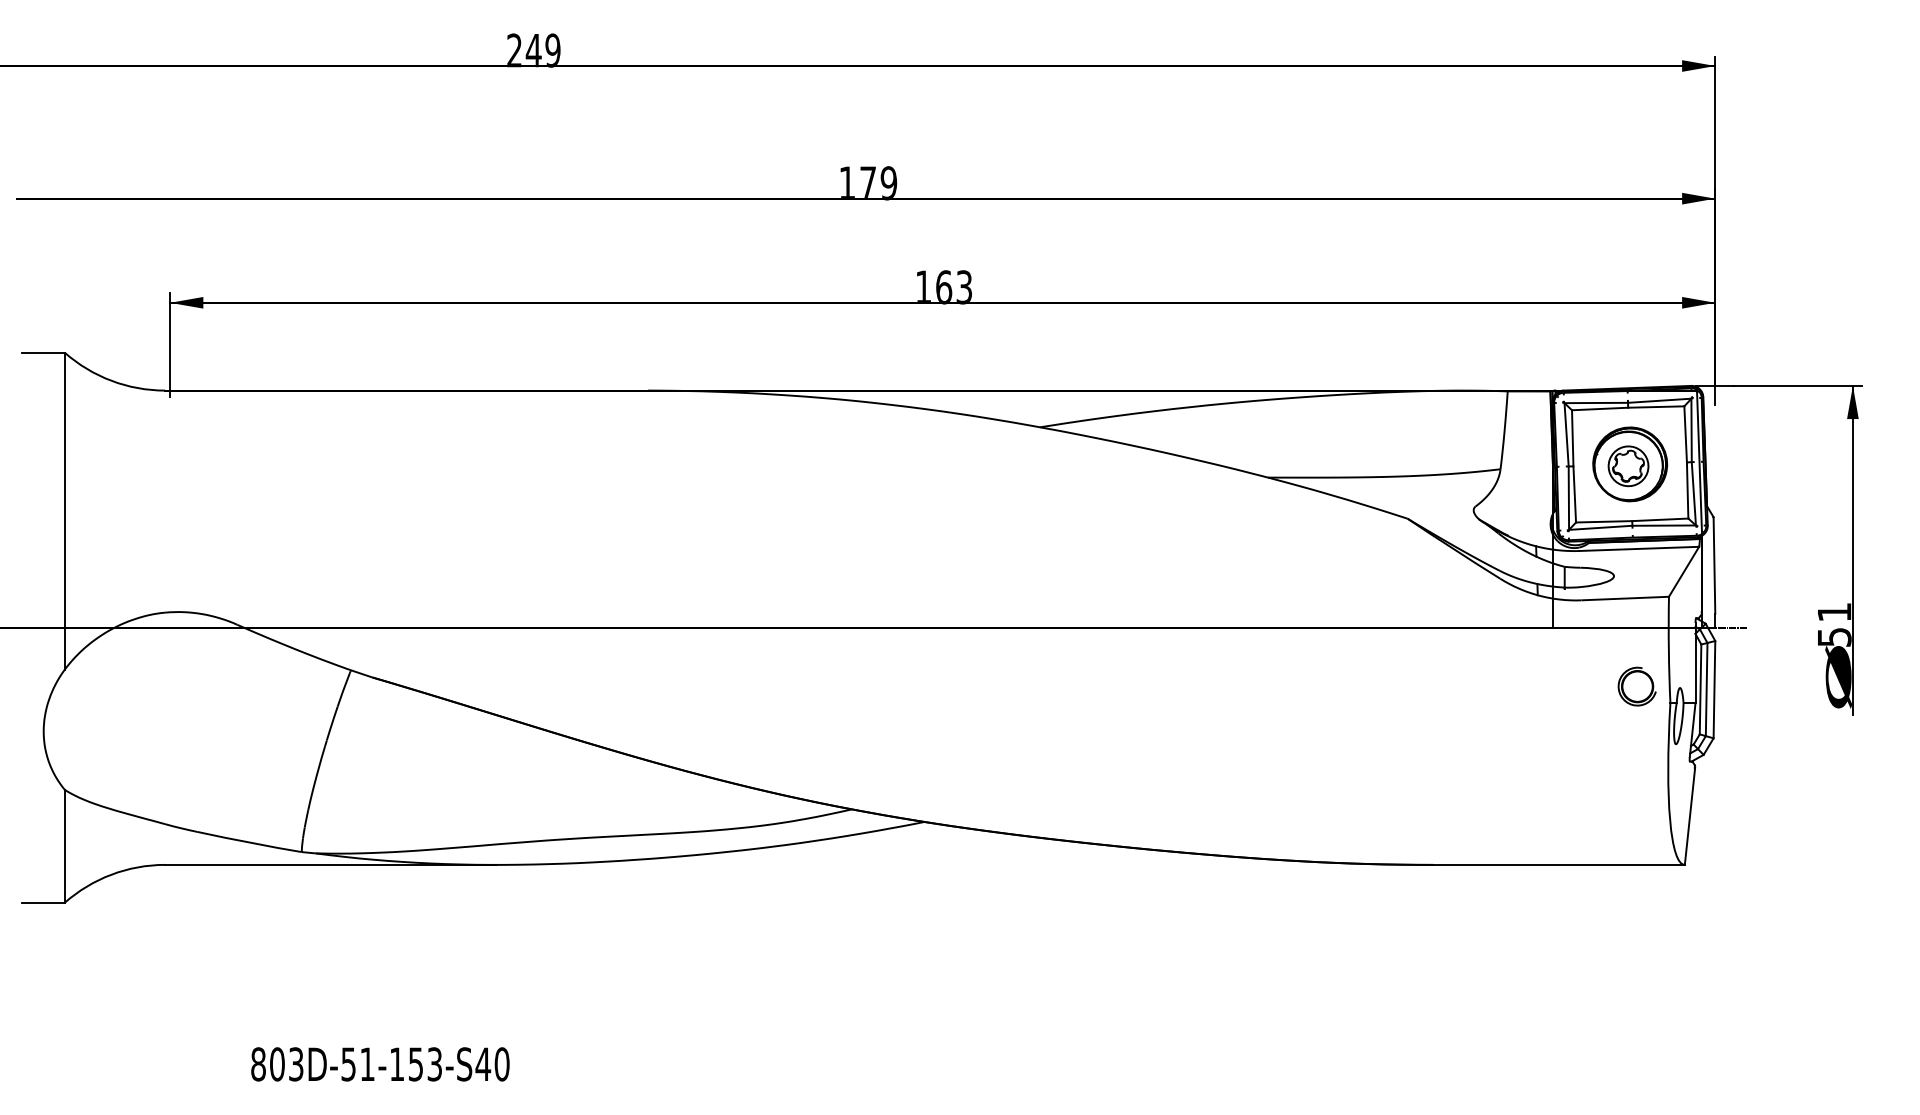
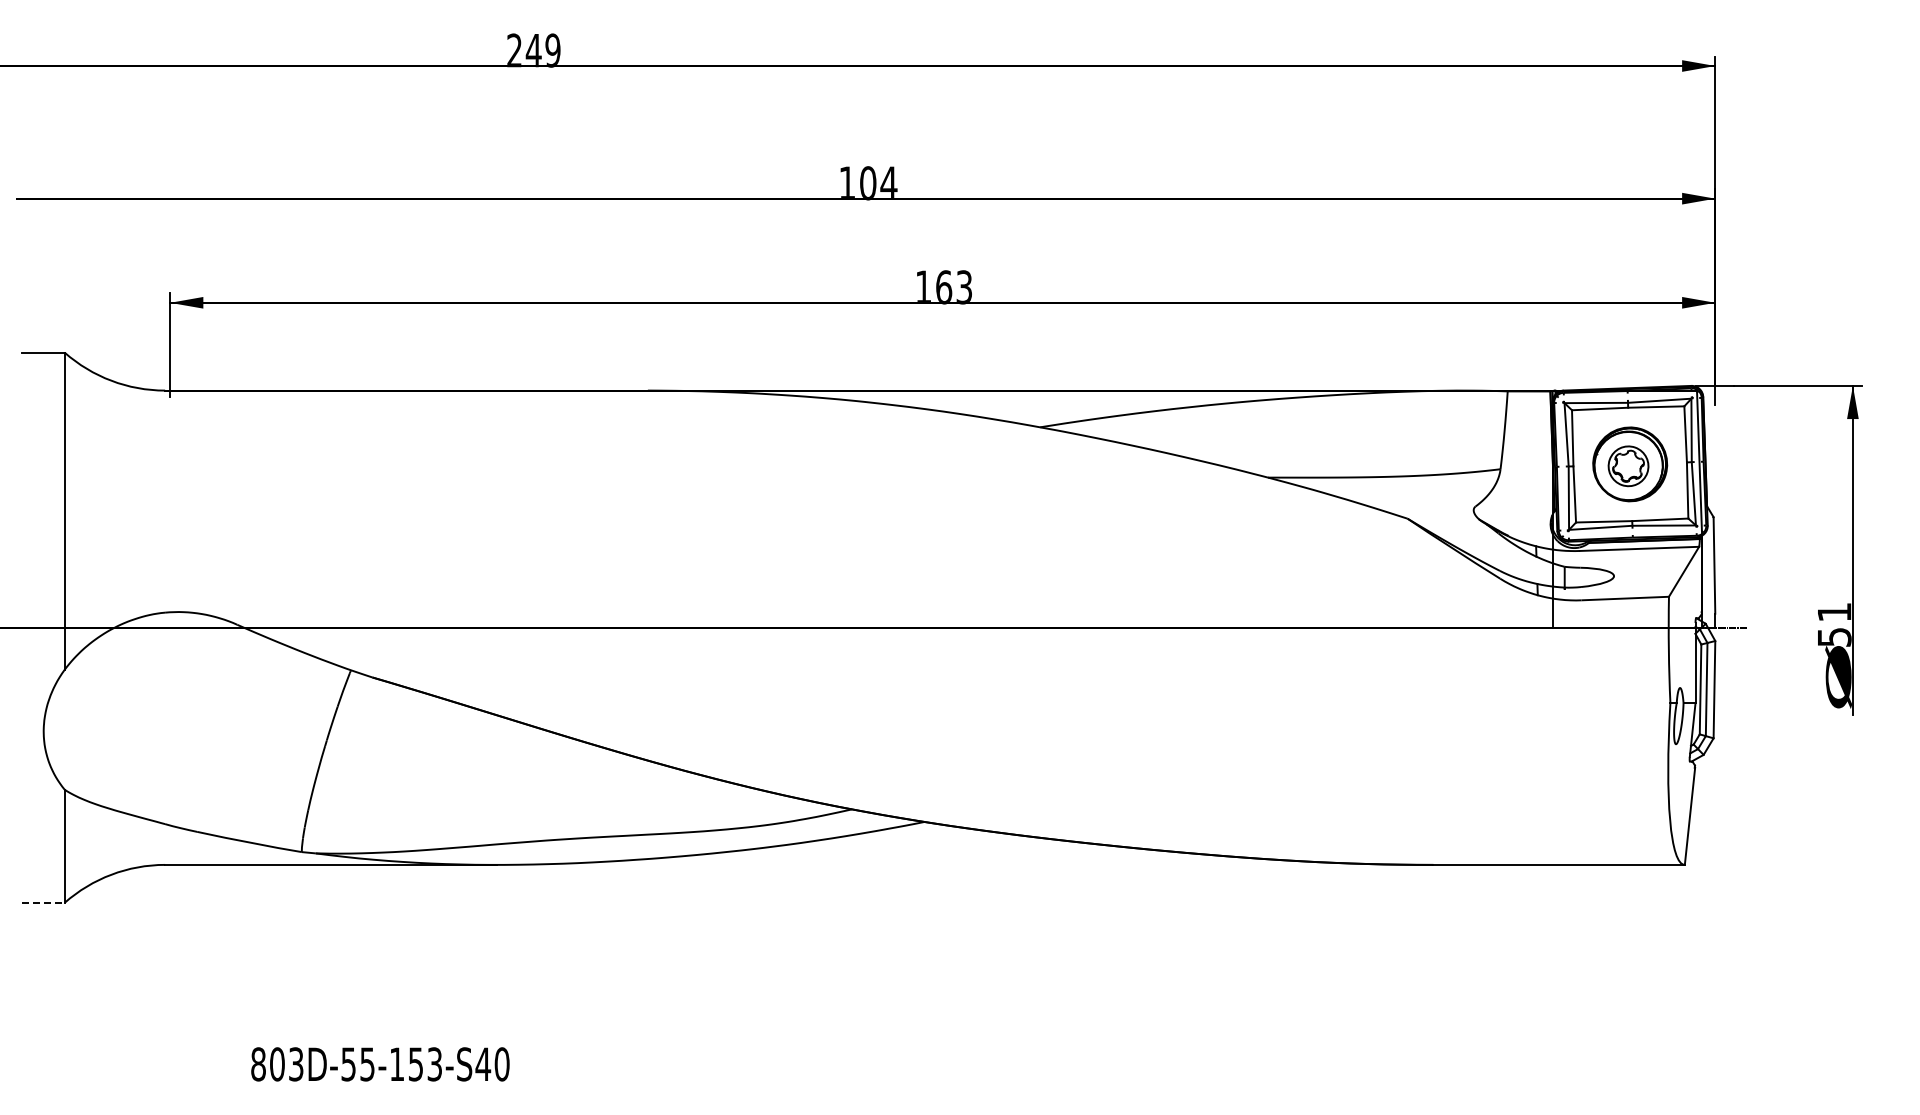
text at (878, 183): 179 -> 104
part at (1636, 686): present -> none
line at (43, 902): solid -> dashed
text at (367, 1064): 803D-51-153-S40 -> 803D-55-153-S40
